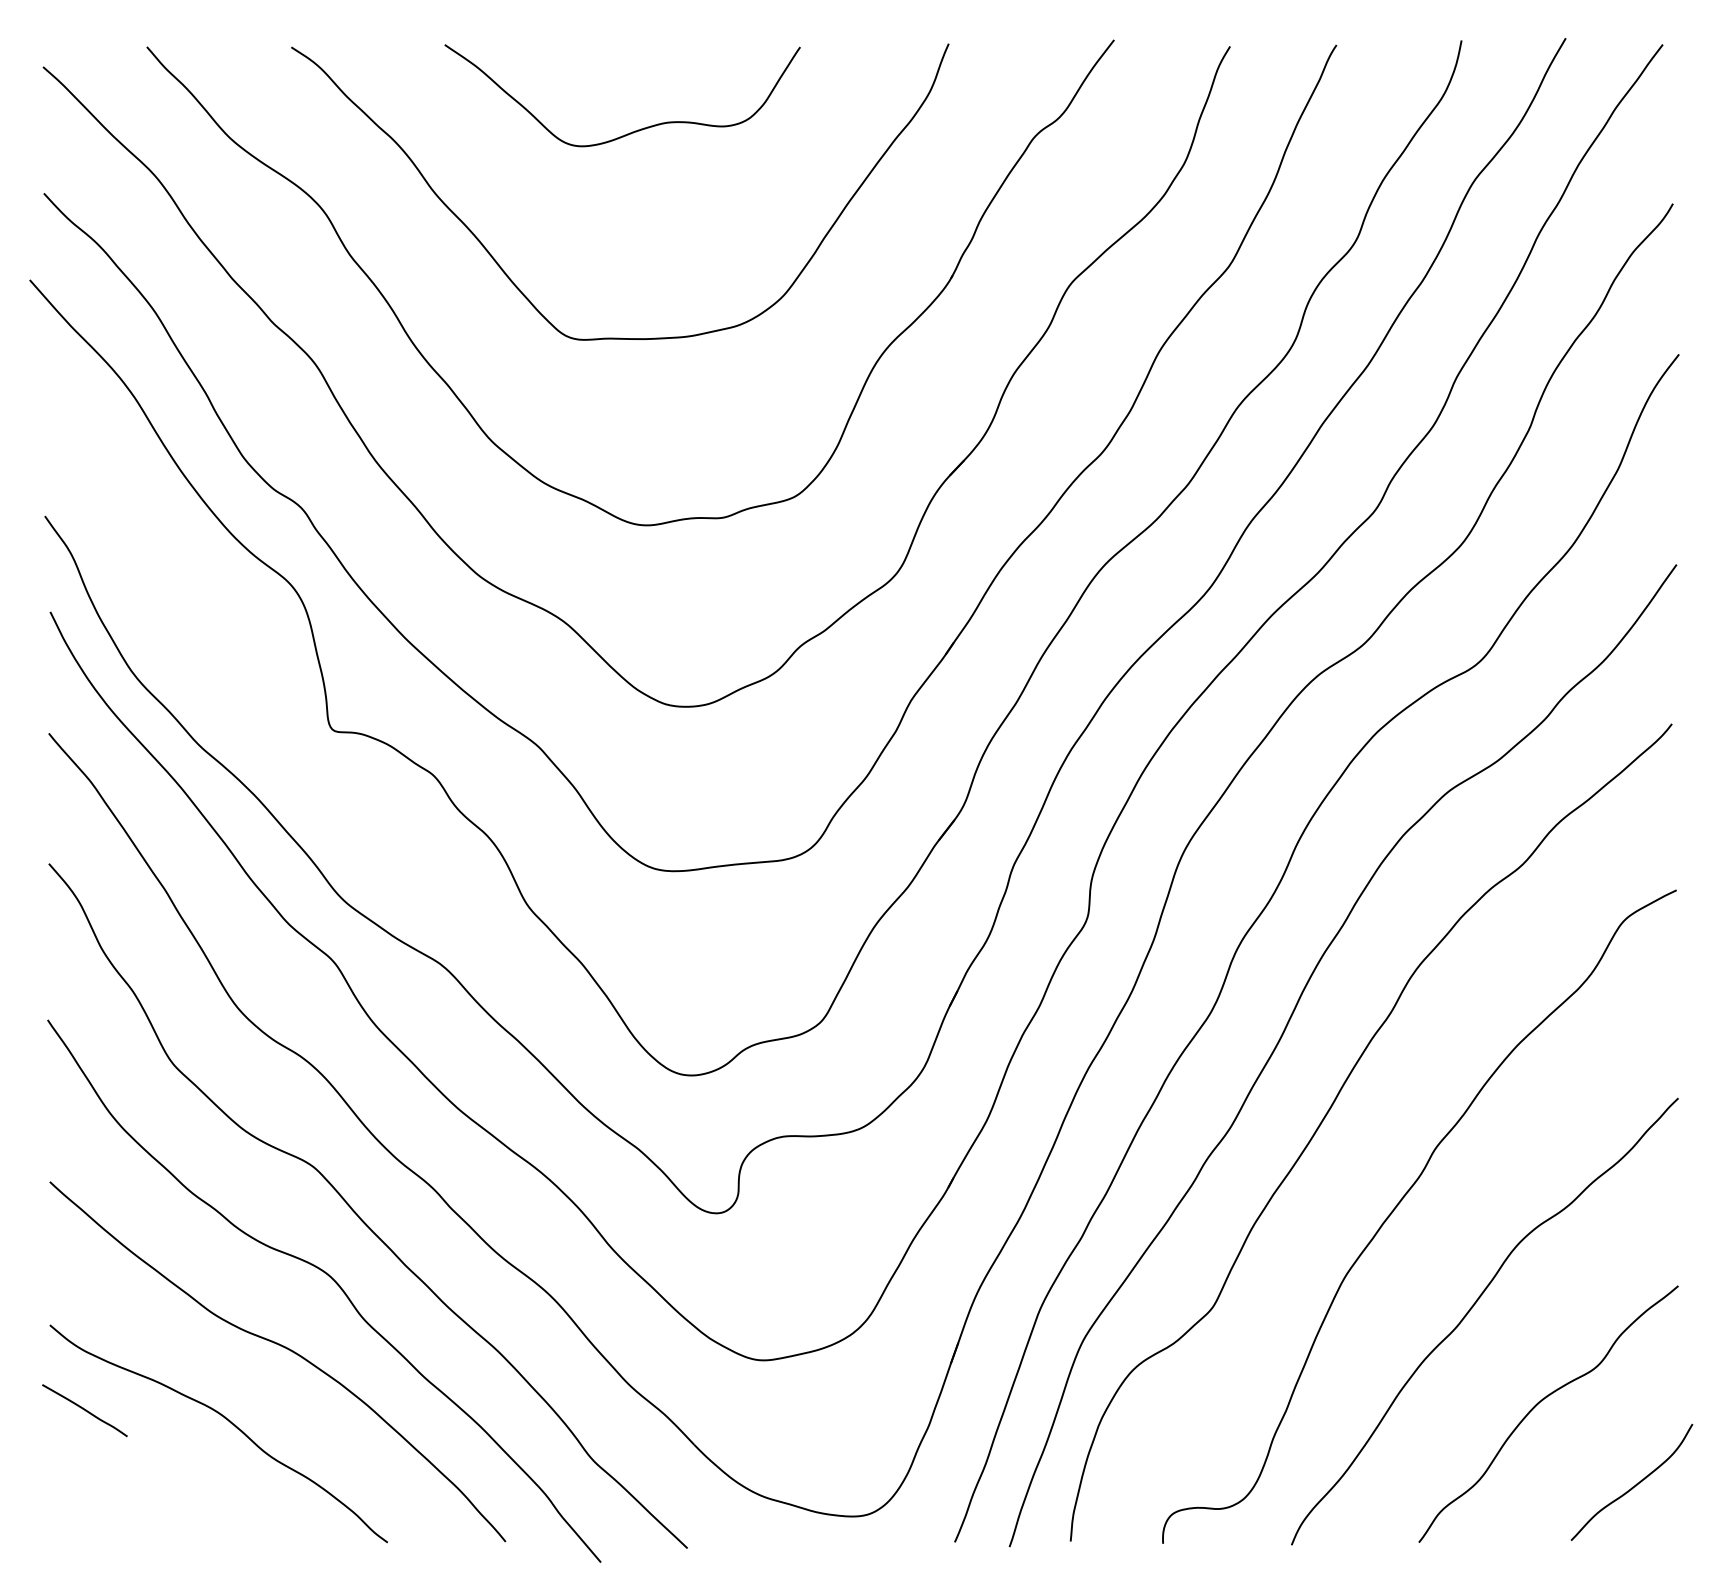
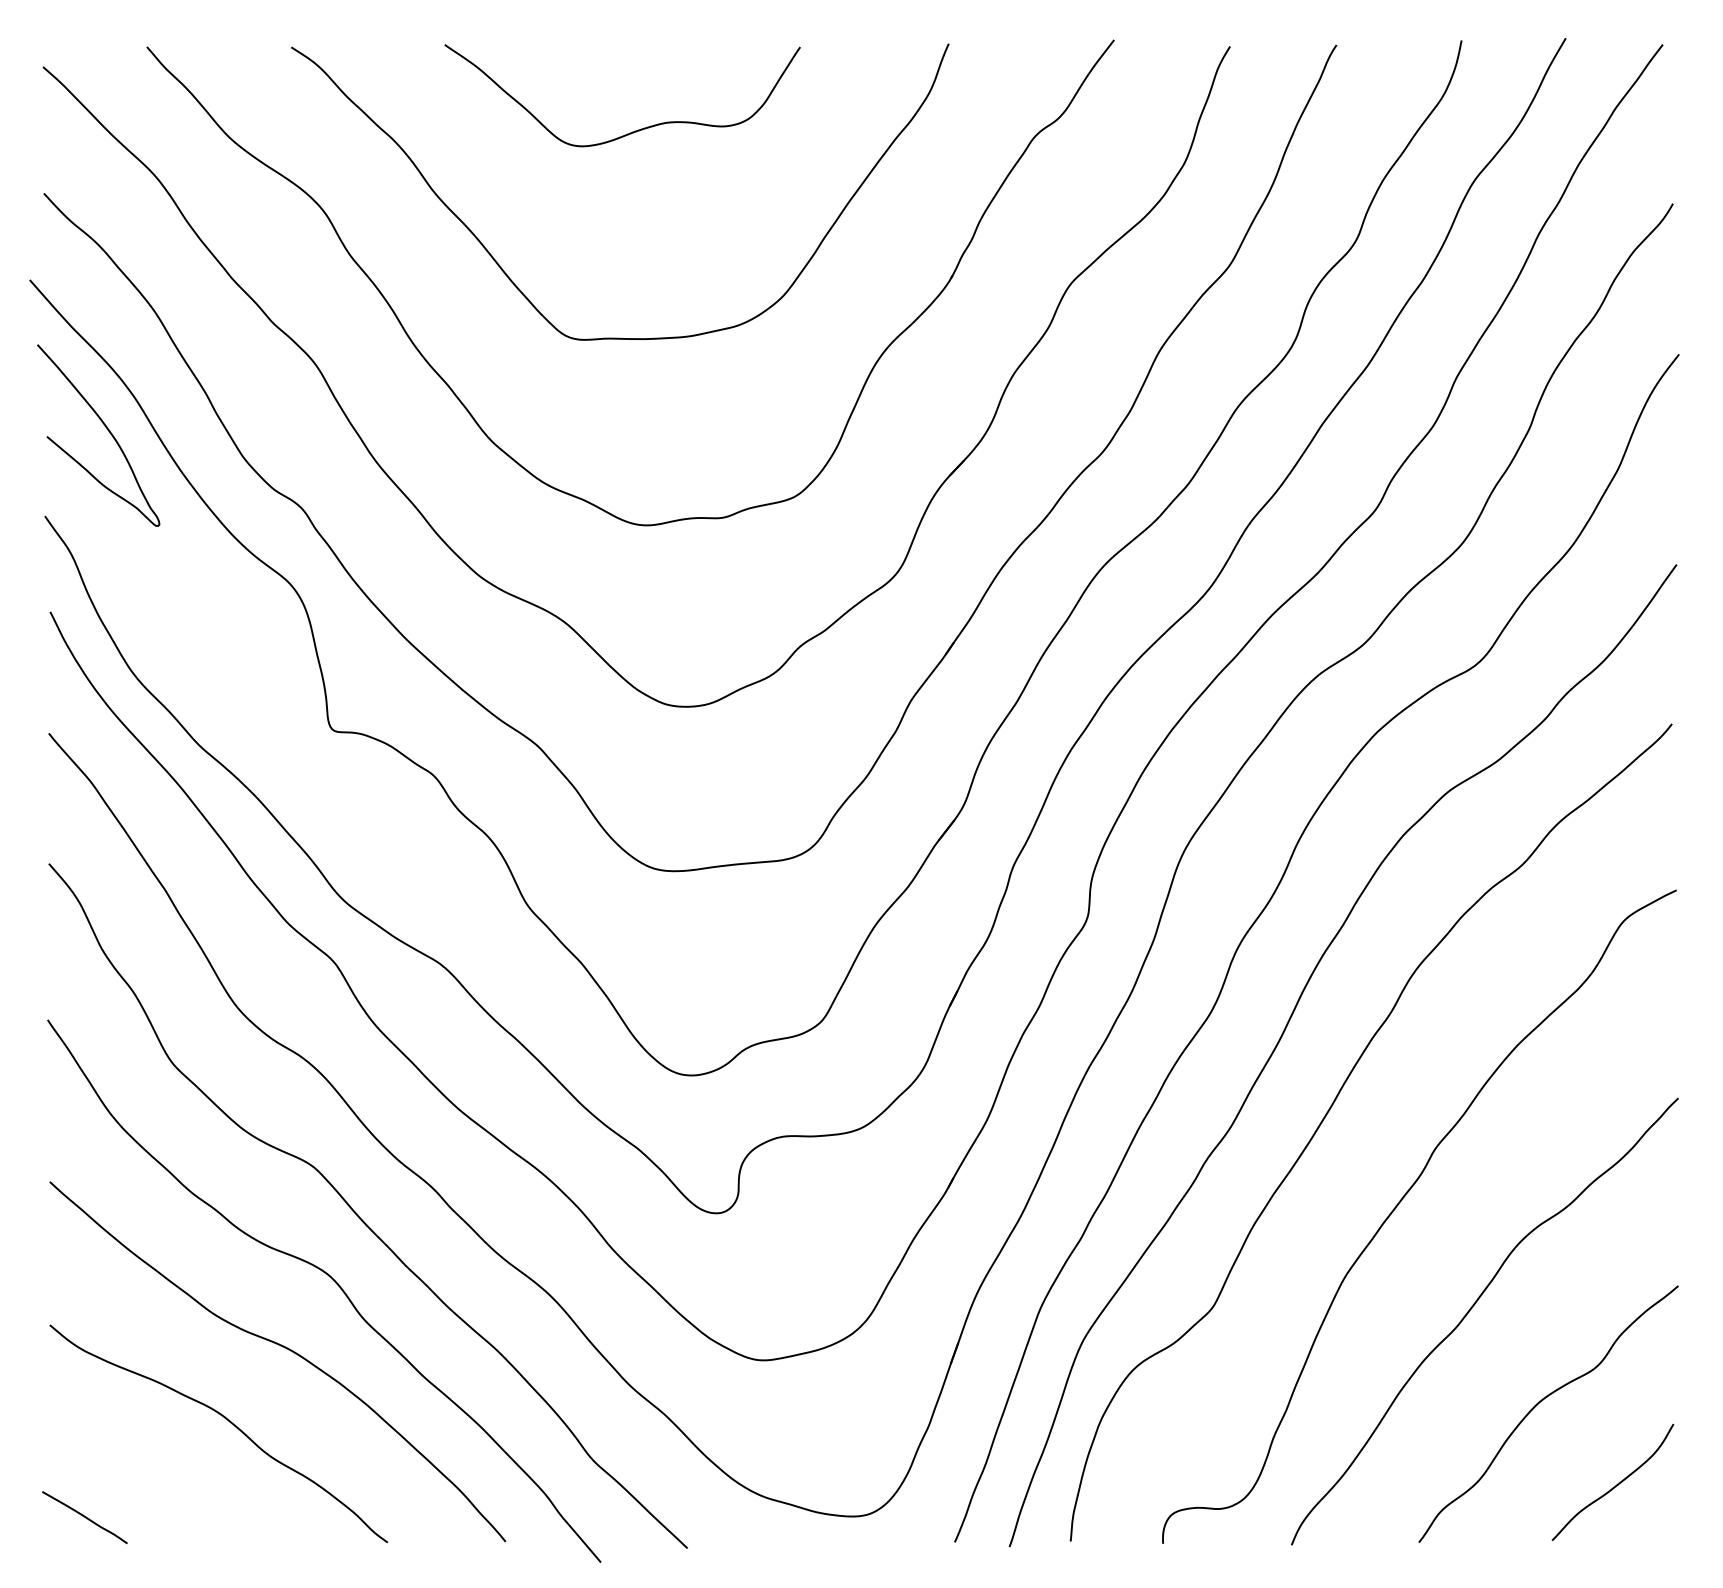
curve at (107, 430): none -> present
curve at (84, 1410) position: (84, 1410) -> (84, 1517)
curve at (1632, 1486) position: (1632, 1486) -> (1613, 1486)
